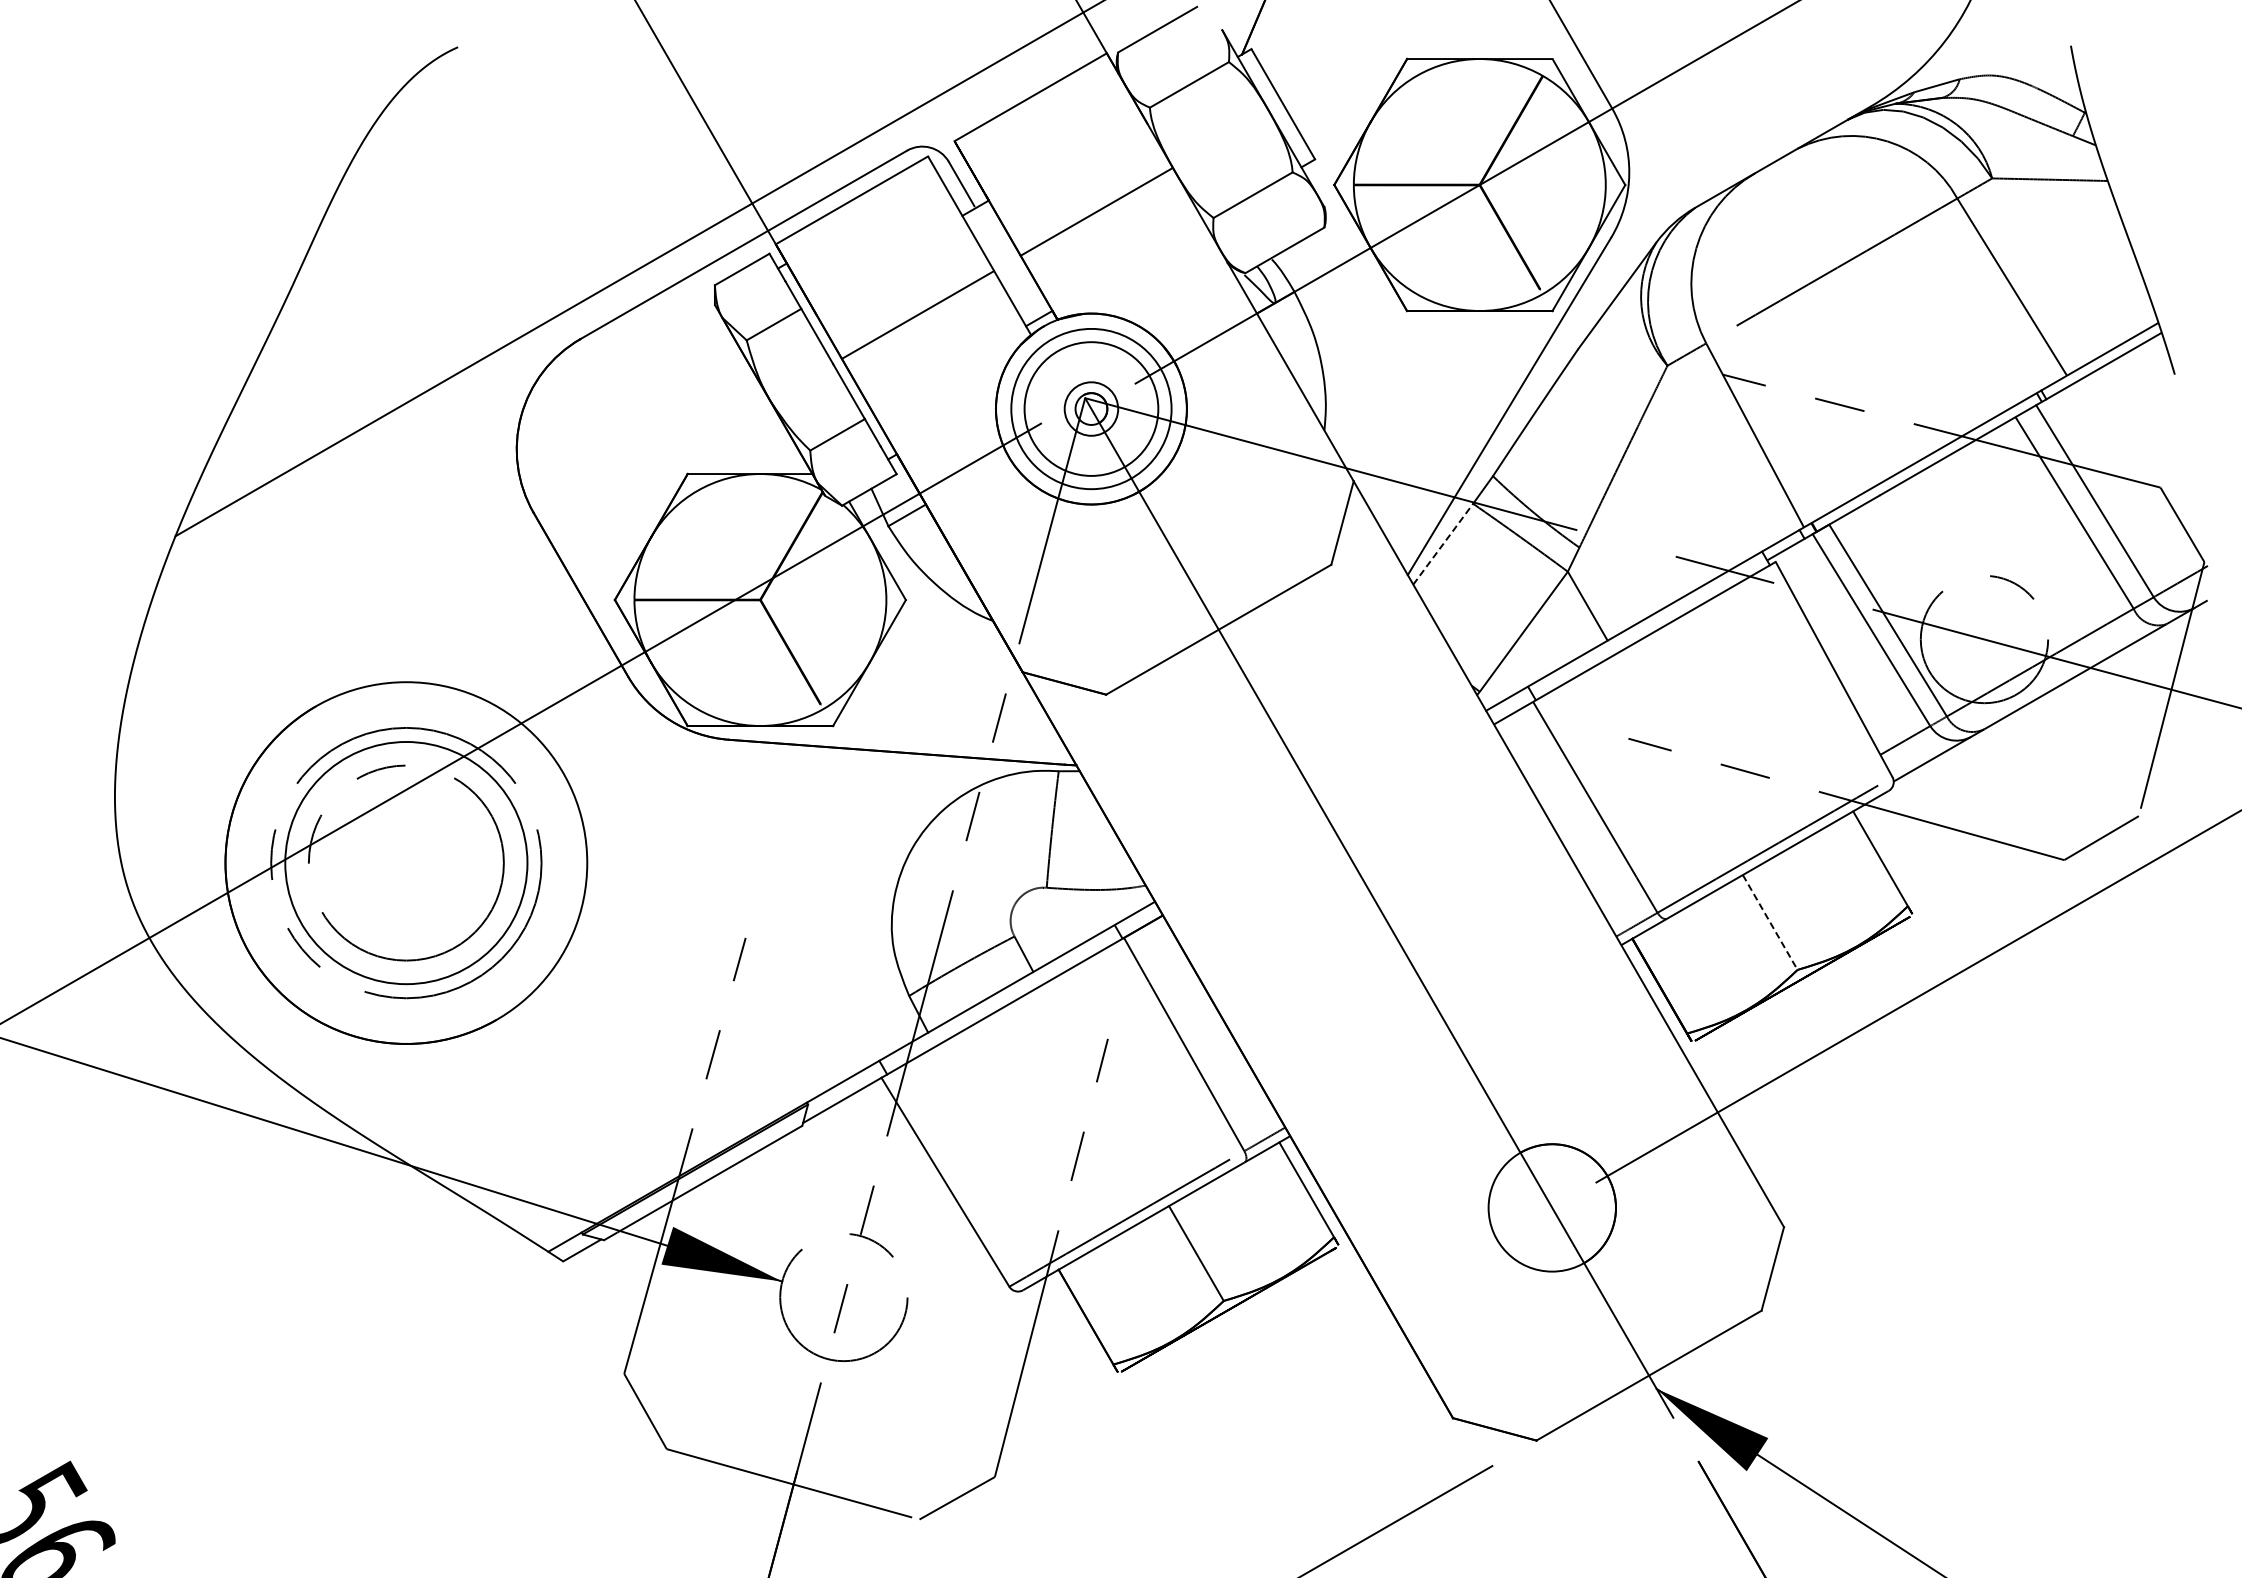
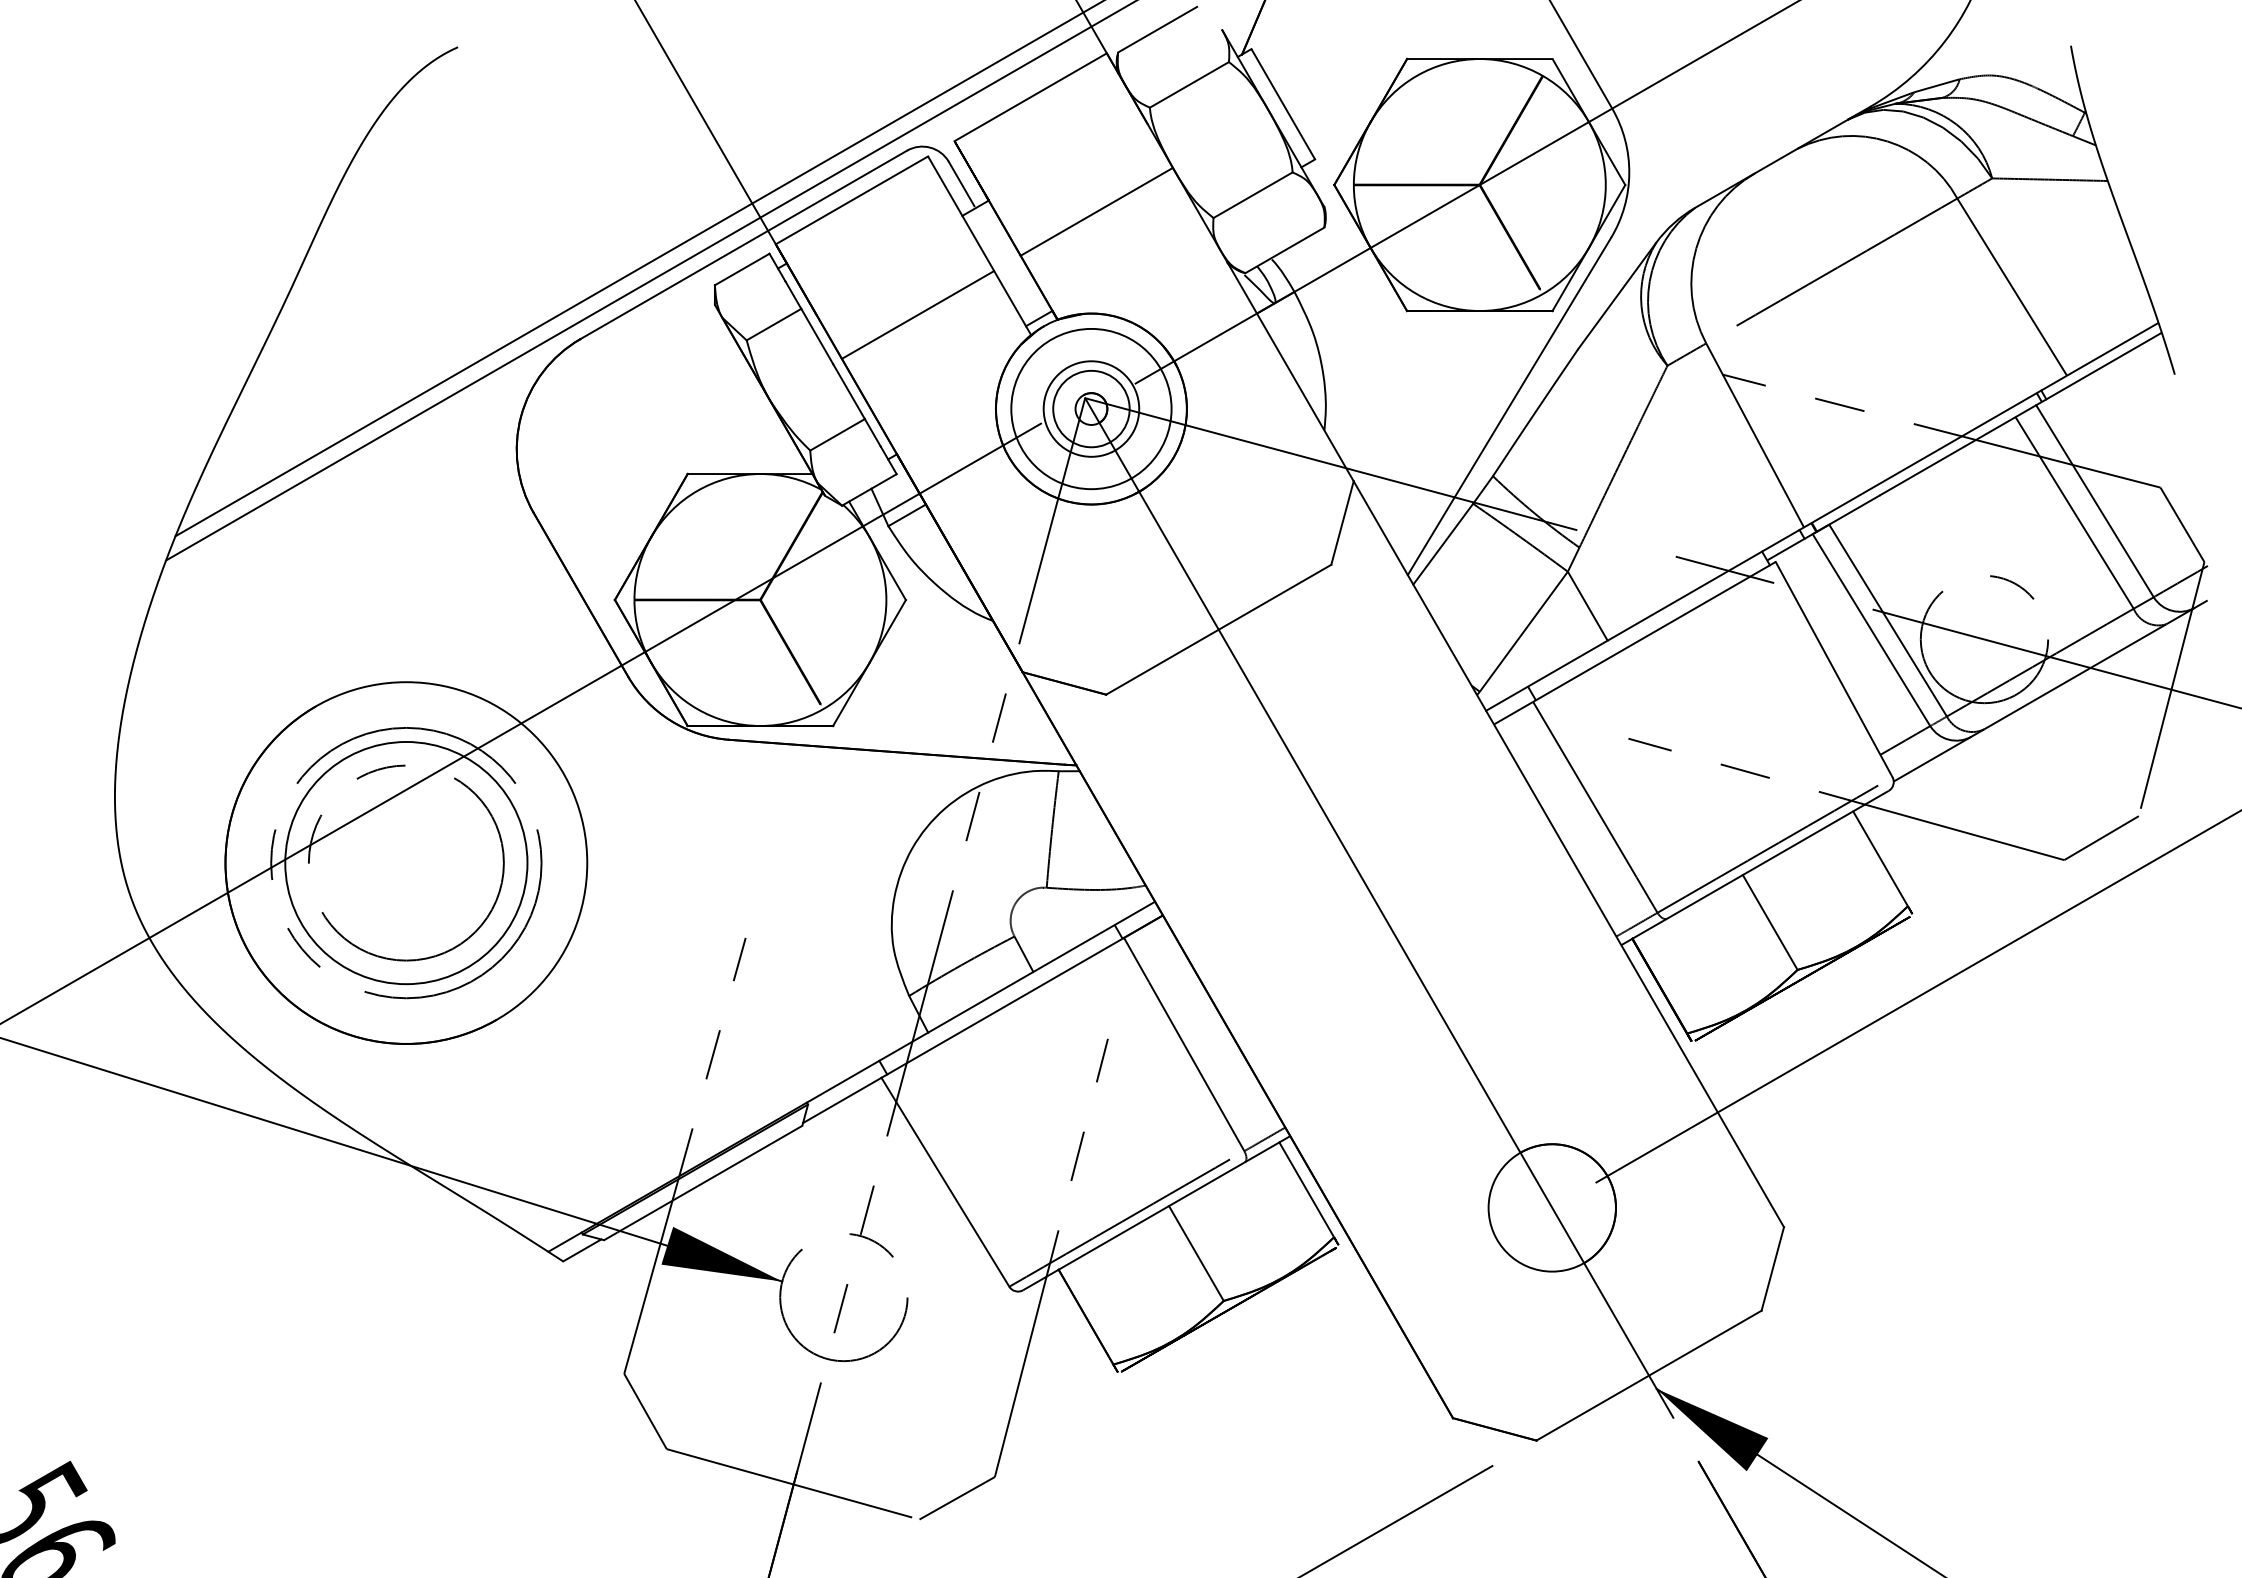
line at (649, 281): none -> present
circle at (1091, 408) diameter: 134 px -> 96 px
circle at (1091, 408) diameter: 54 px -> 76 px
line at (1443, 543): dashed -> solid
line at (1770, 922): dashed -> solid
